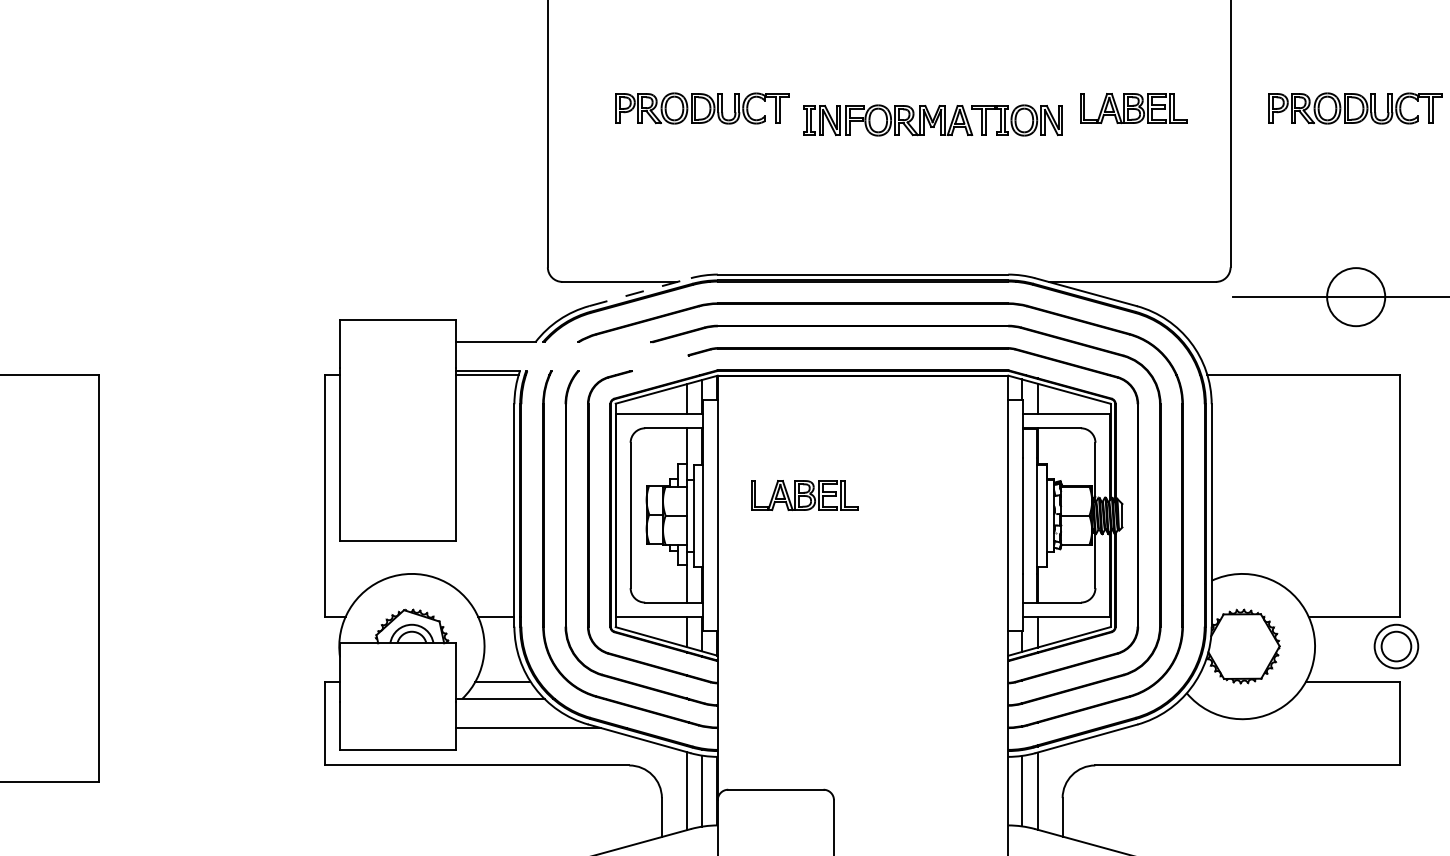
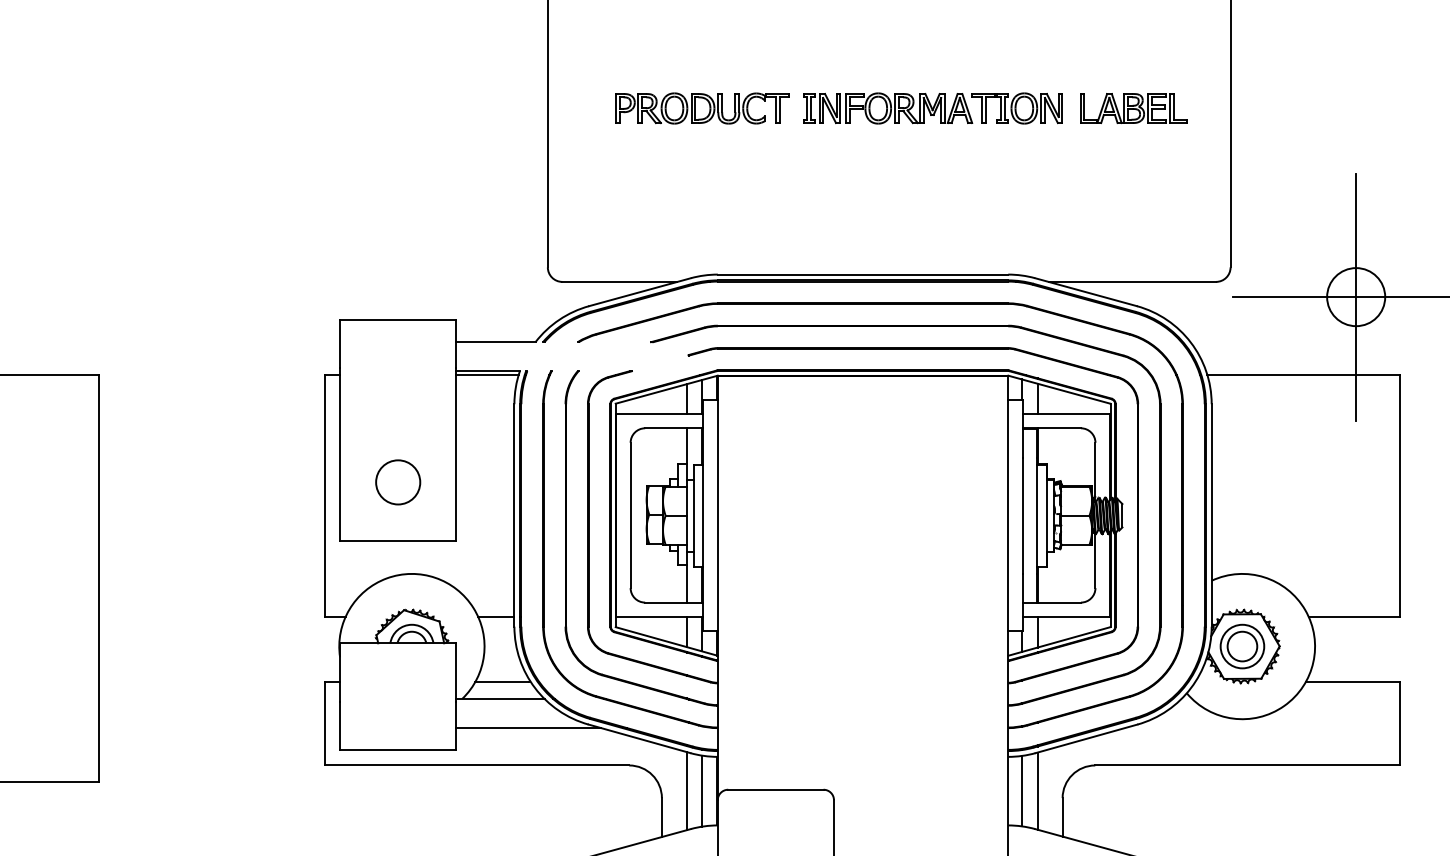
part at (1355, 108): present -> none
part at (932, 120) position: (932, 120) -> (932, 108)
line at (640, 292): dashed -> solid
line at (1356, 296): none -> present
circle at (398, 482): none -> present
part at (804, 495): present -> none
part at (1396, 646) position: (1396, 646) -> (1242, 646)
